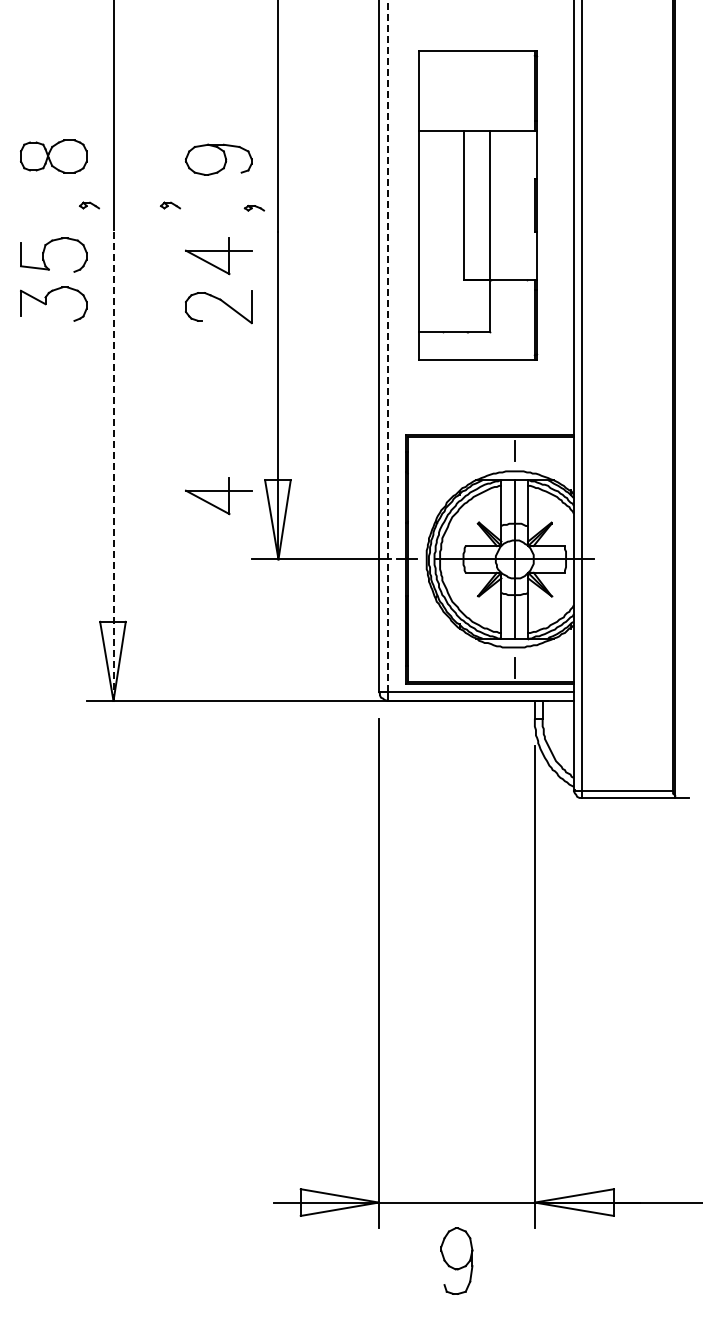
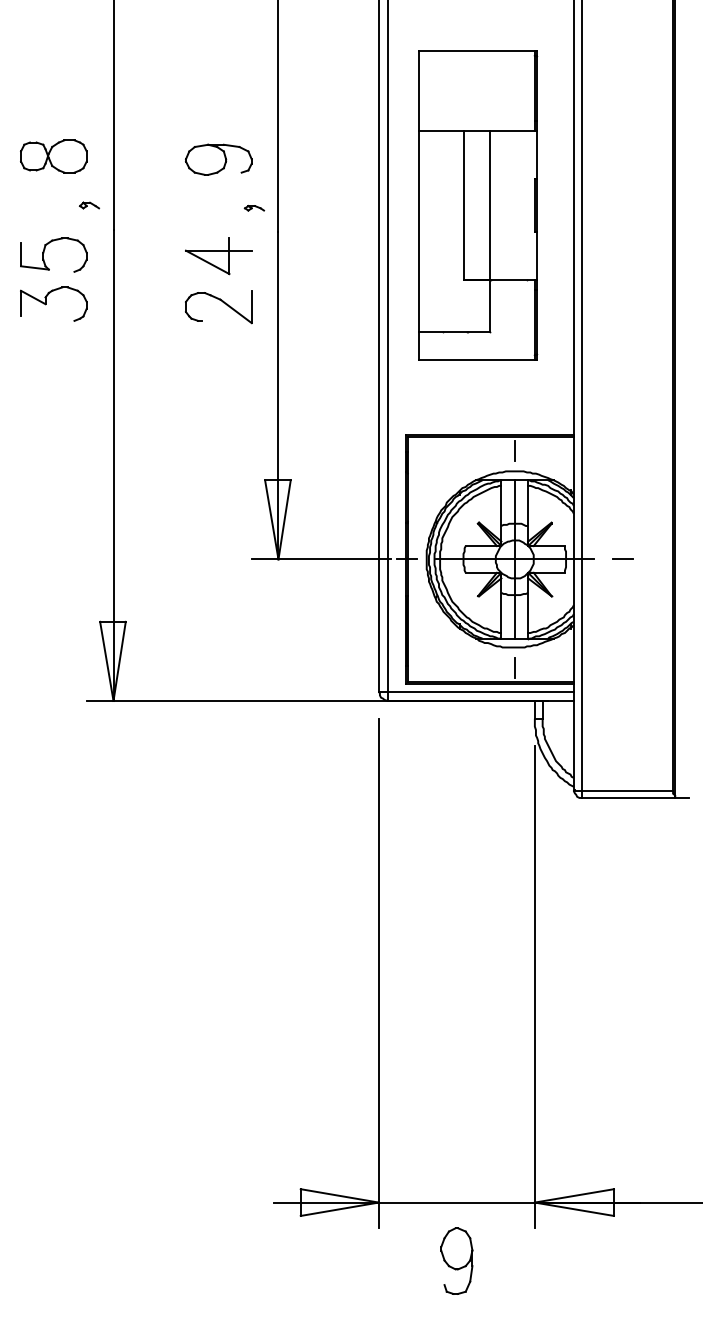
part at (170, 205): present -> none
line at (387, 346): dashed -> solid
line at (113, 465): dashed -> solid
part at (218, 496): present -> none
line at (622, 558): none -> present
